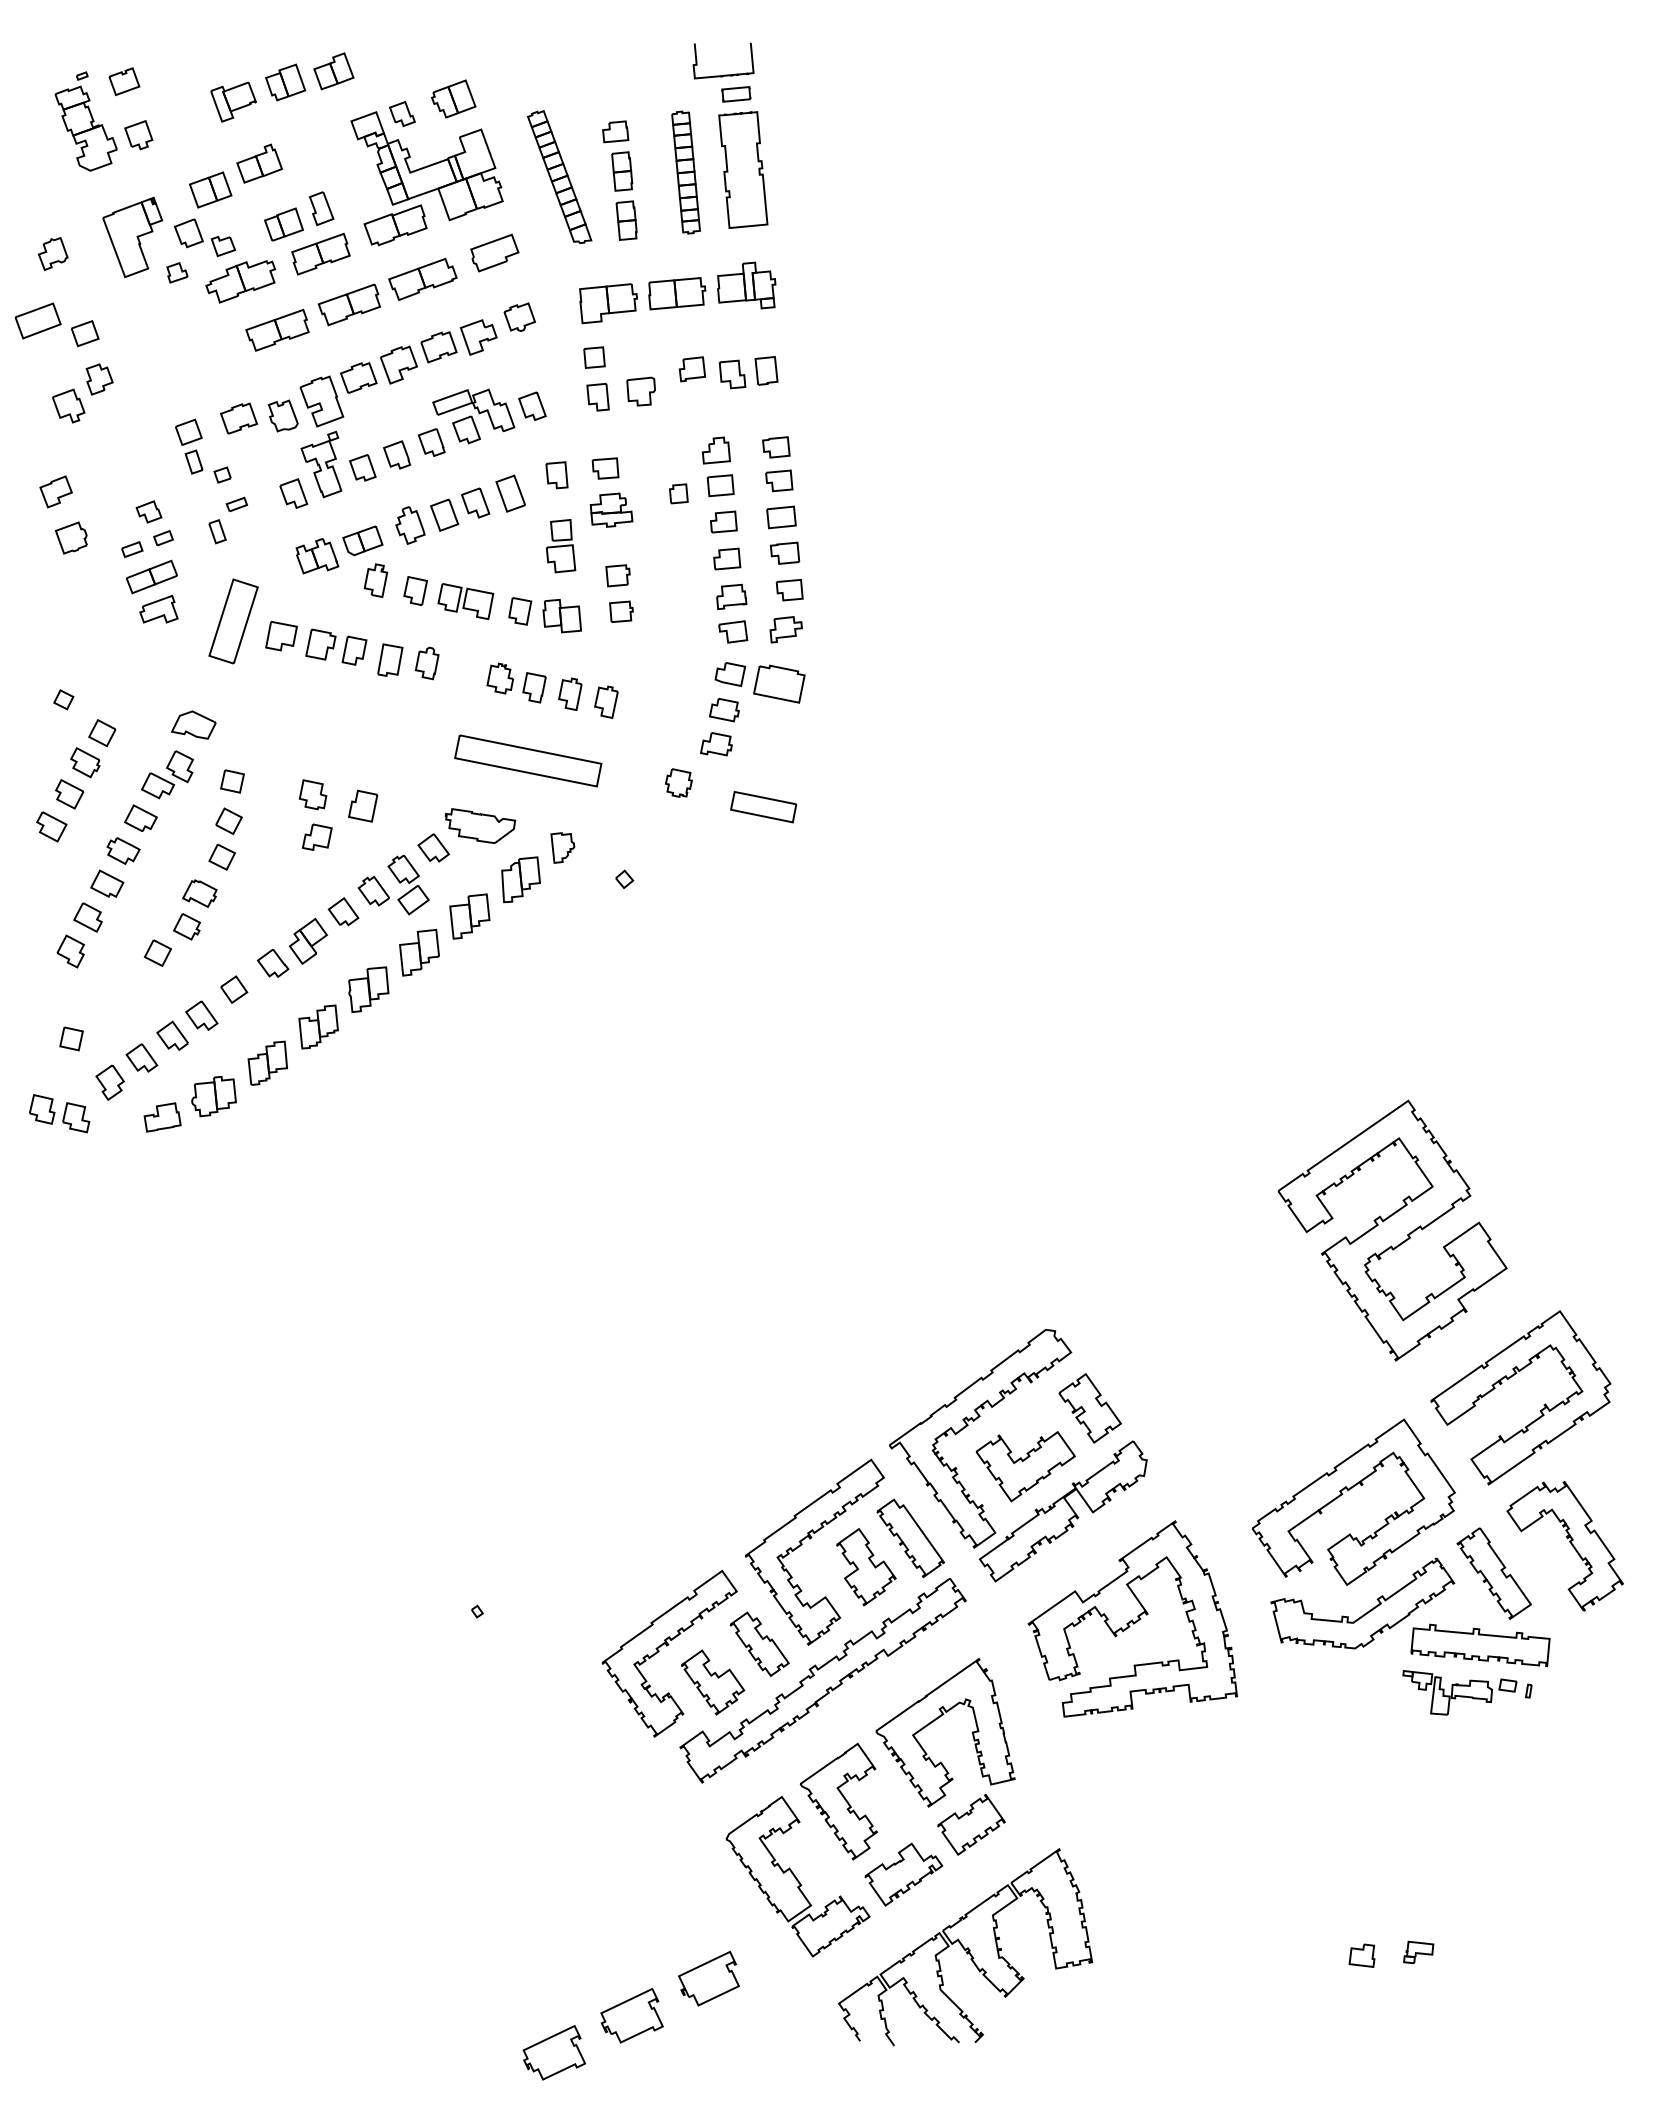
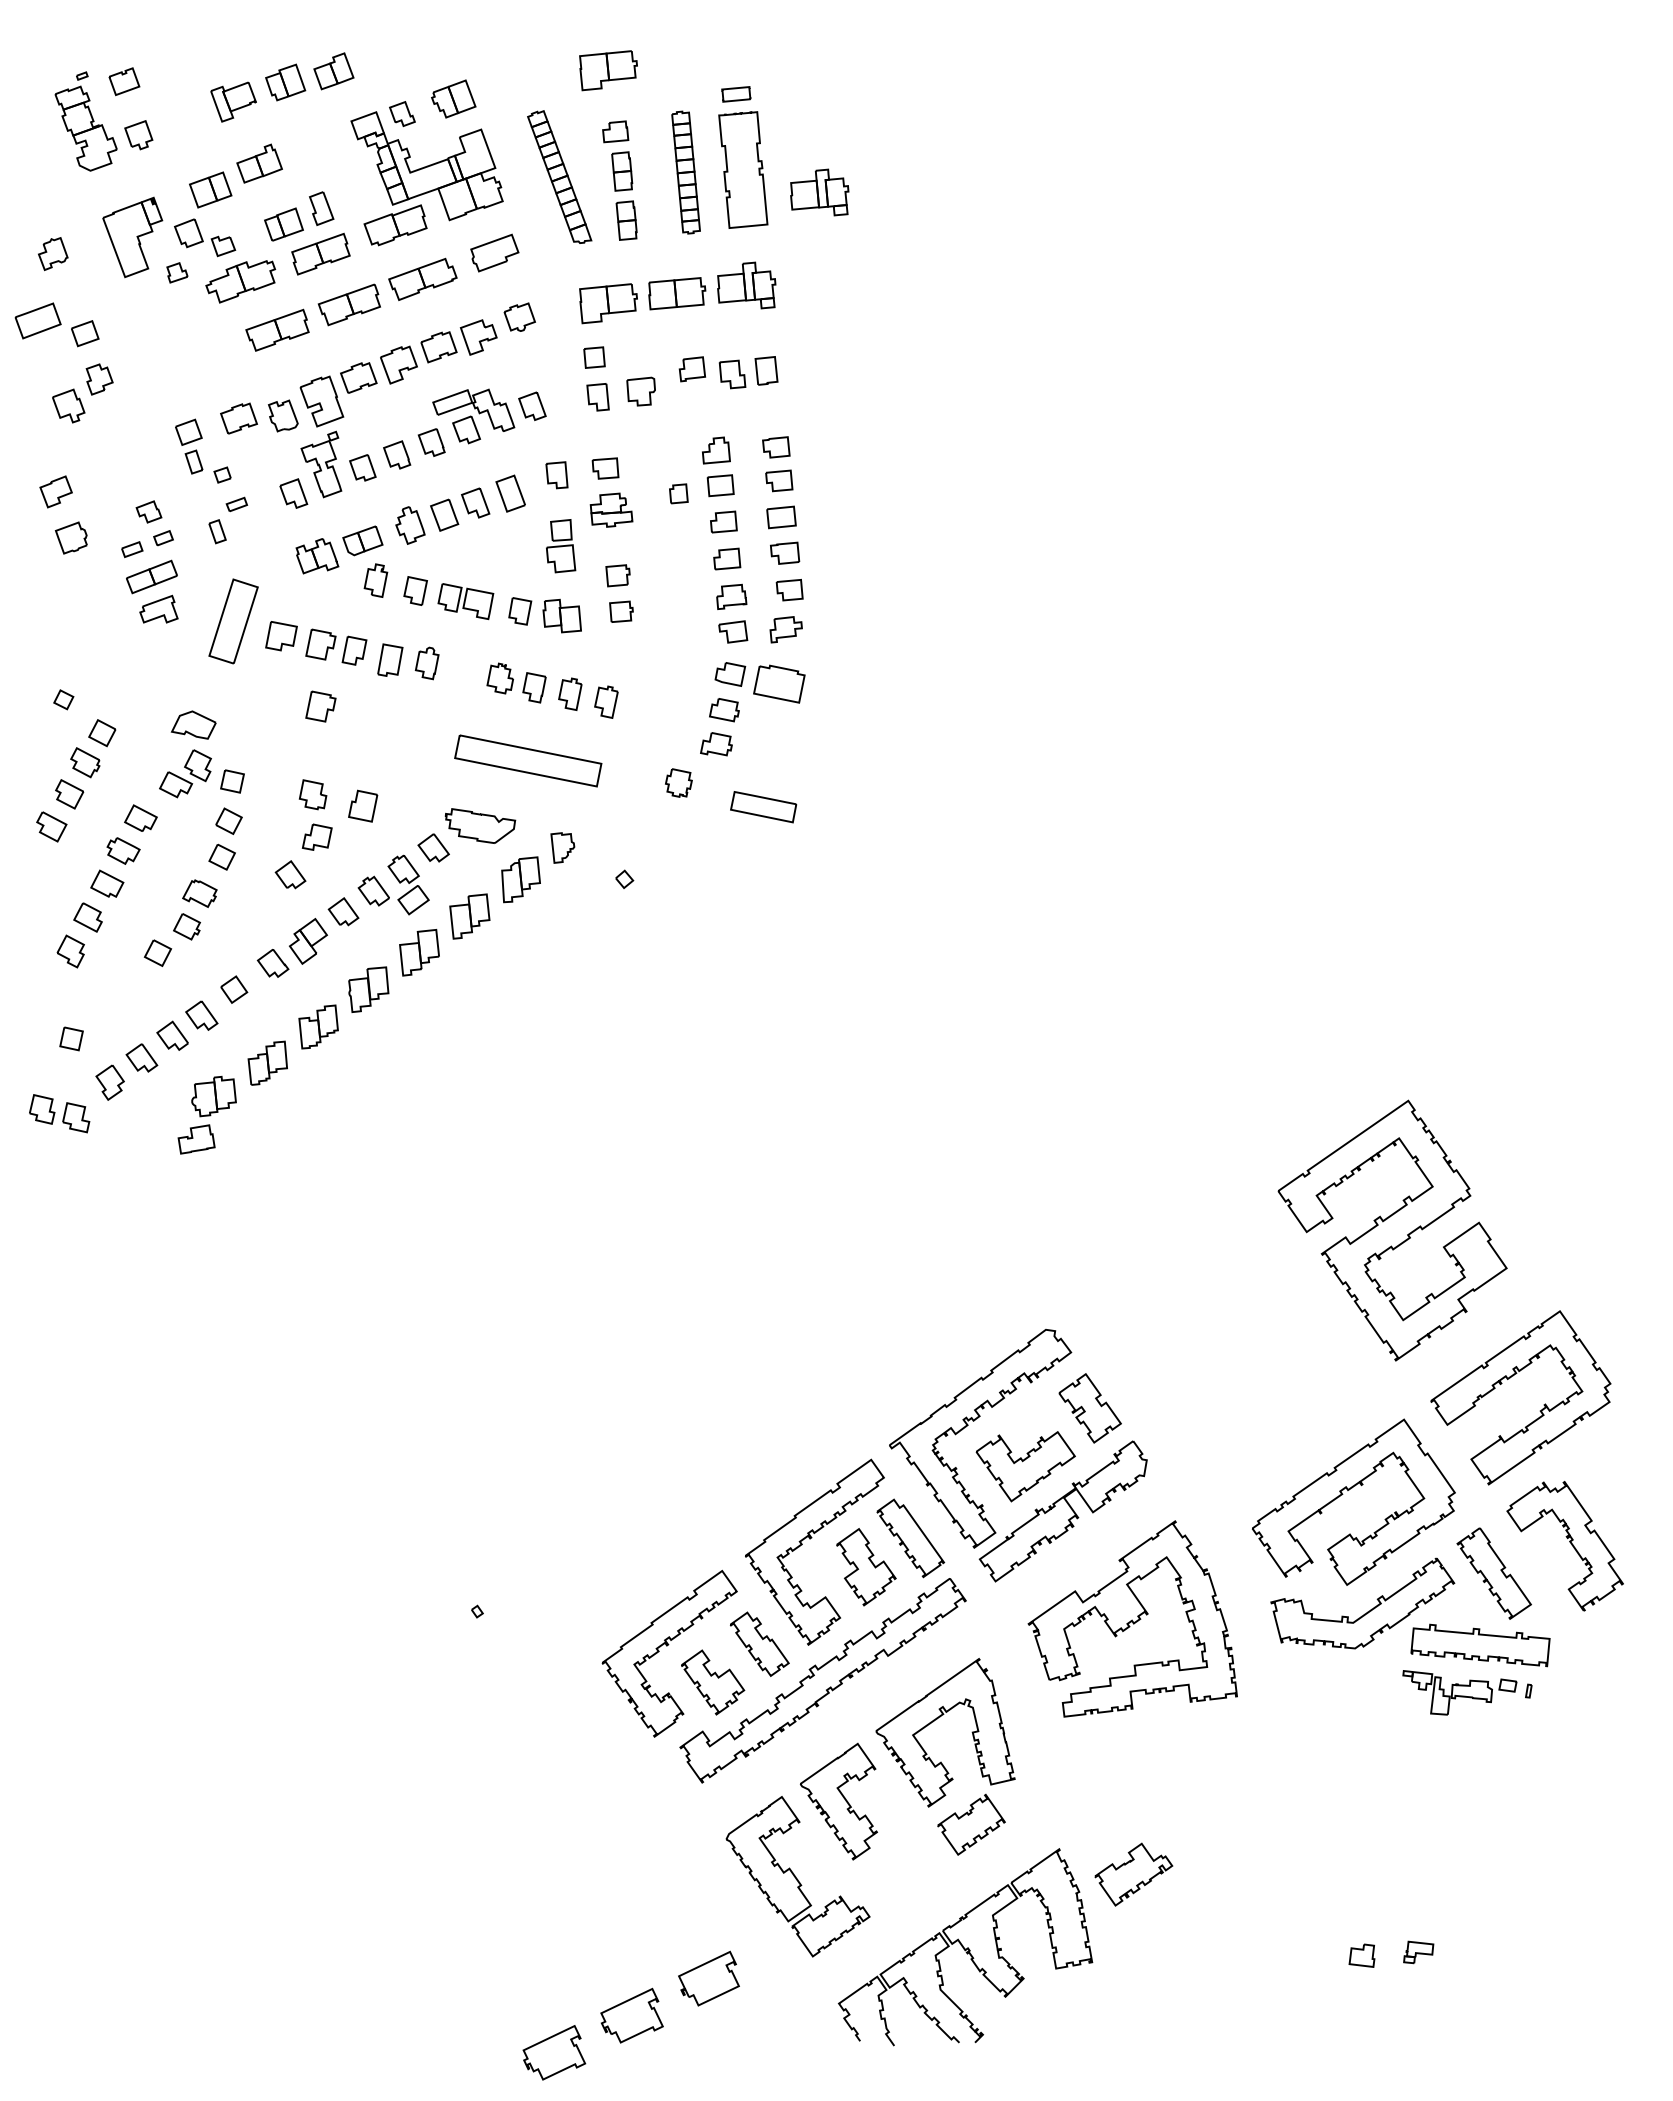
part at (608, 70): none -> present
curve at (724, 74): present -> none
part at (819, 192): none -> present
part at (320, 706): none -> present
part at (167, 774) position: (167, 774) -> (185, 773)
part at (290, 874): none -> present
part at (162, 1117) position: (162, 1117) -> (196, 1139)
part at (903, 1874) position: (903, 1874) -> (1133, 1874)
